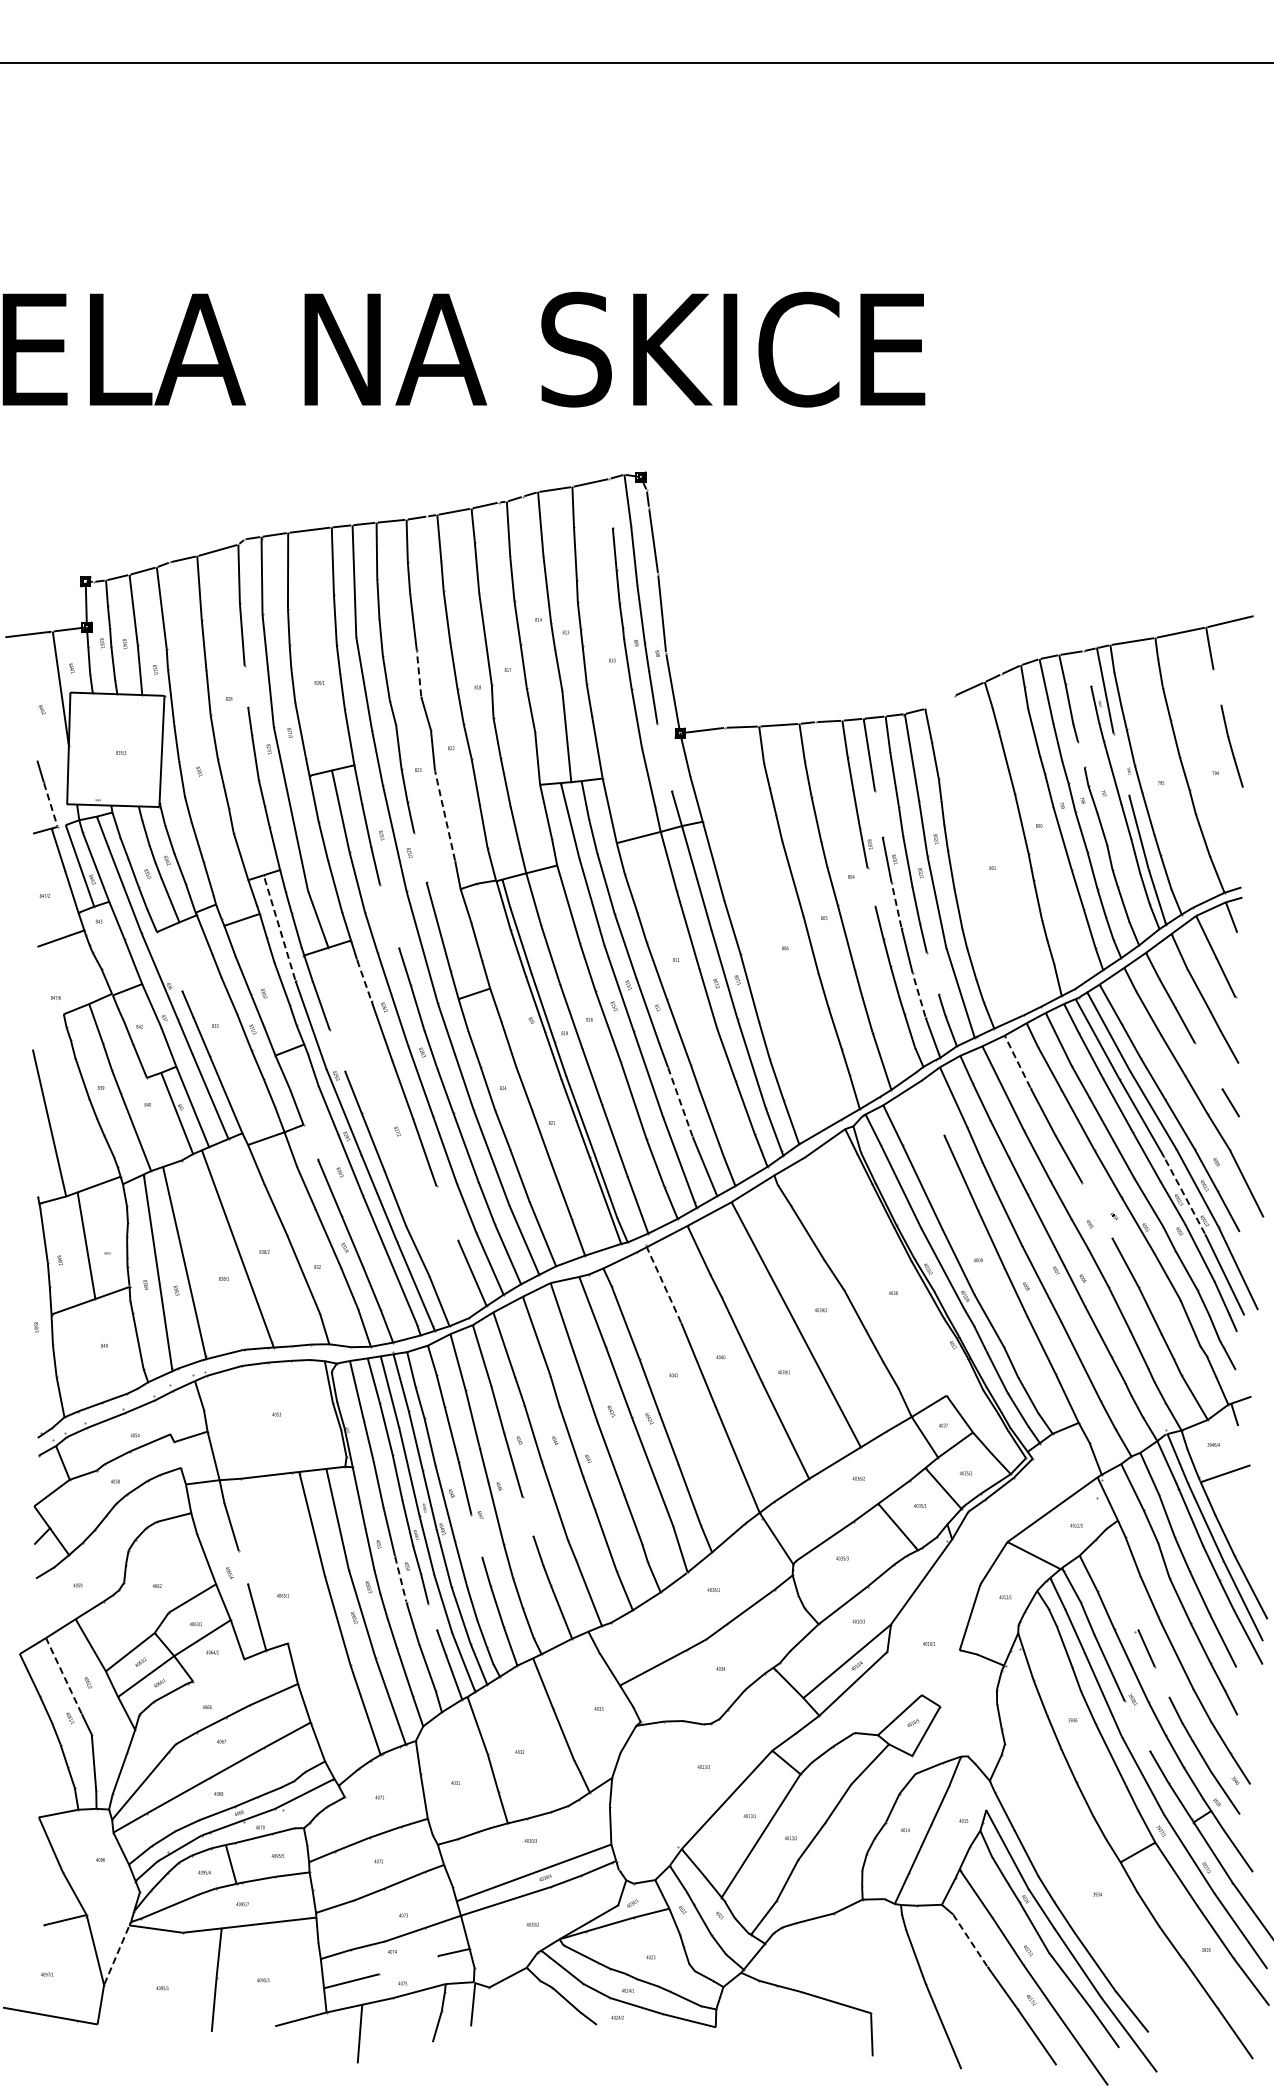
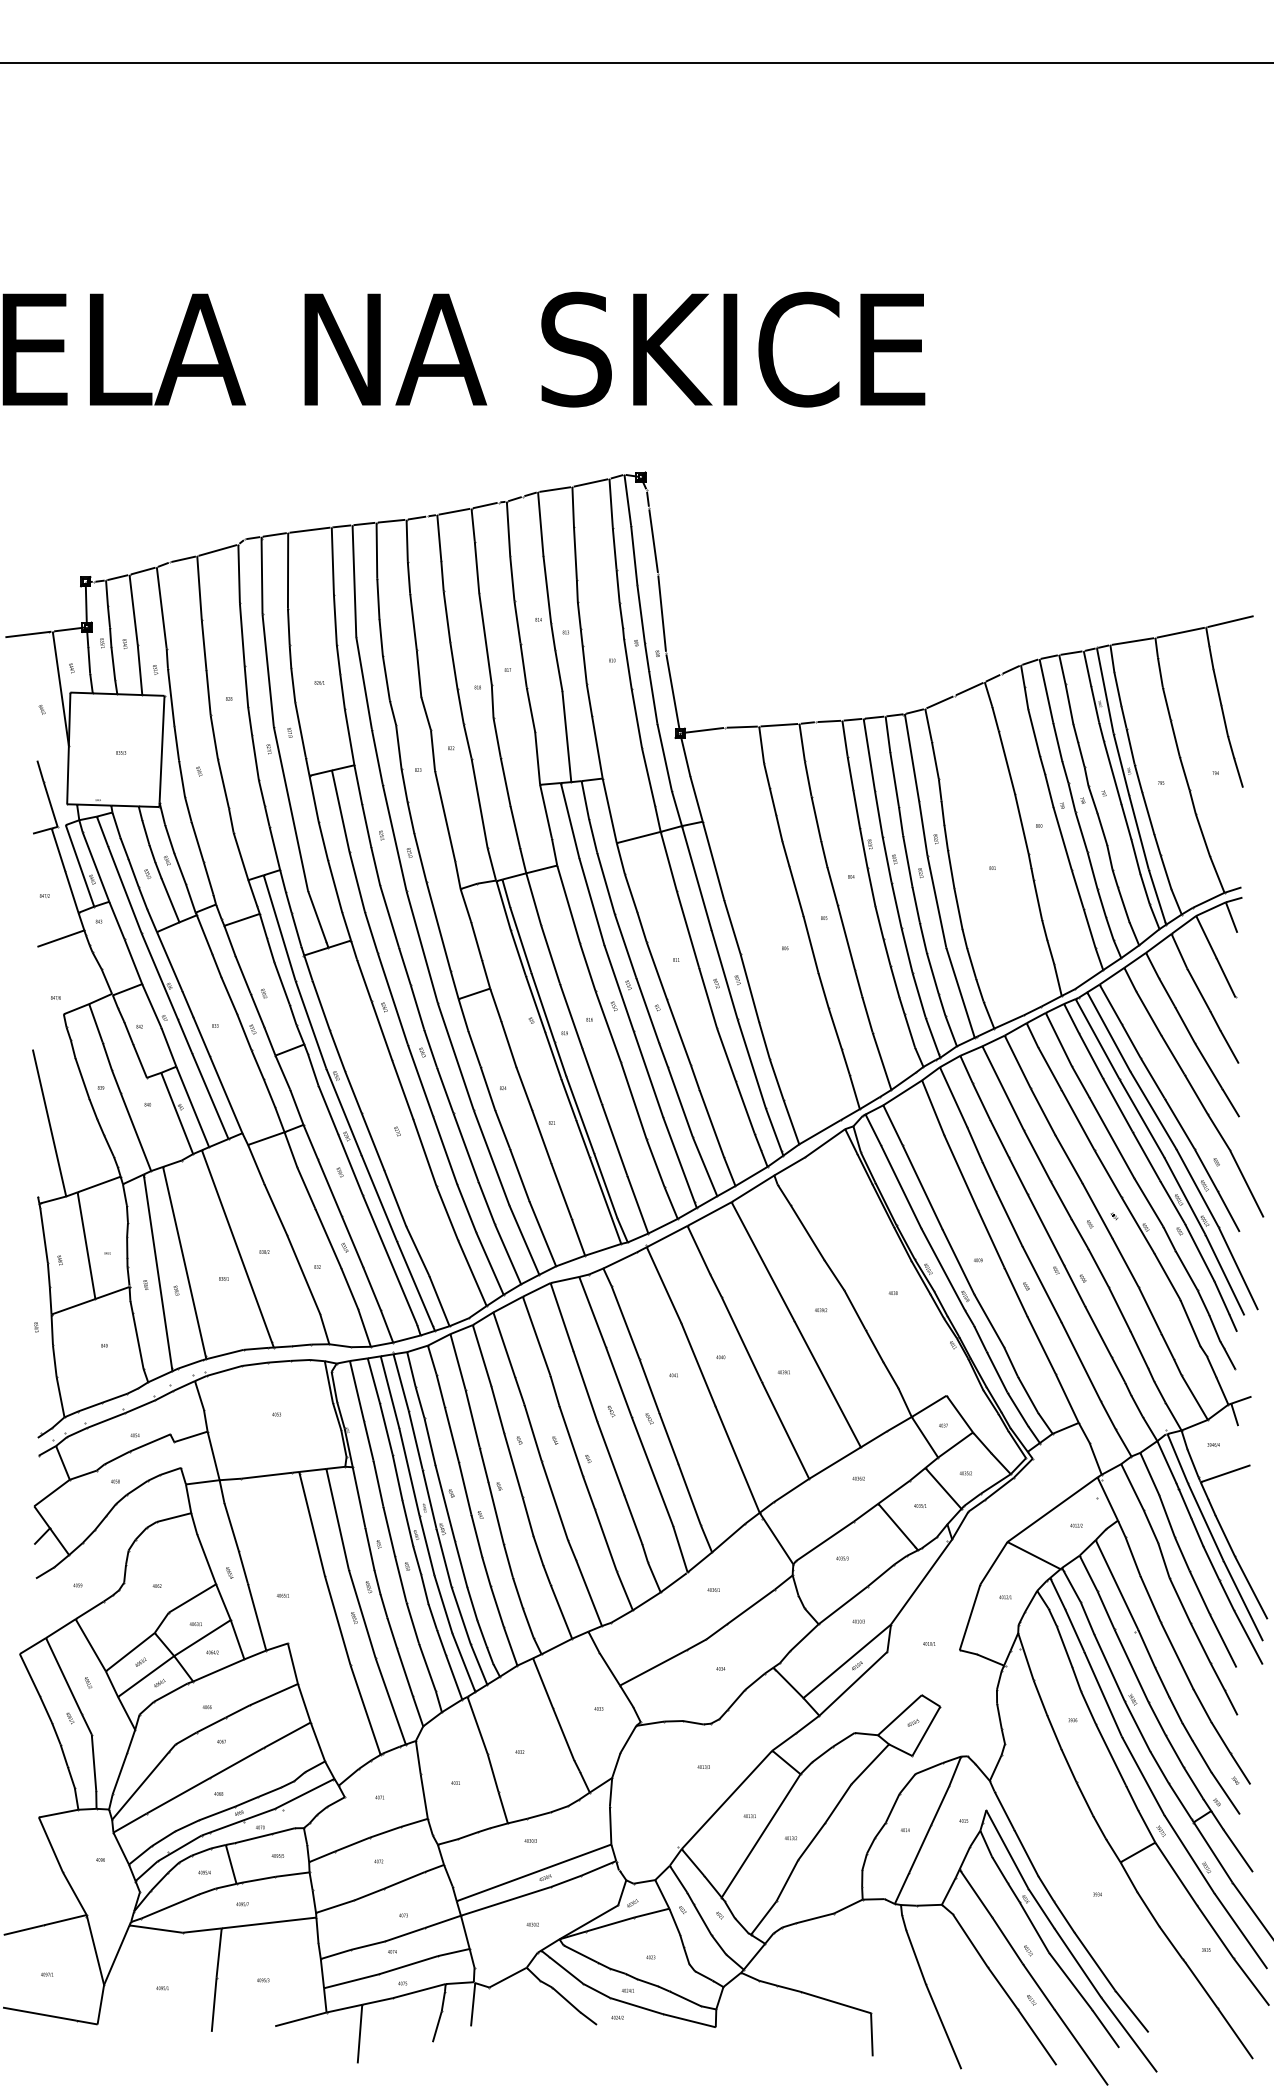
line at (610, 502): none -> present
line at (1086, 668): none -> present
line at (419, 673): dashed -> solid
line at (246, 686): none -> present
line at (1217, 687): none -> present
line at (939, 701): none -> present
line at (1081, 754): none -> present
line at (664, 756): none -> present
line at (1120, 764): none -> present
line at (50, 805): dashed -> solid
line at (878, 814): none -> present
line at (445, 816): dashed -> solid
line at (420, 857): none -> present
line at (871, 887): none -> present
line at (896, 904): dashed -> solid
line at (389, 915): none -> present
line at (279, 927): dashed -> solid
line at (169, 960): none -> present
line at (932, 973): none -> present
line at (364, 980): dashed -> solid
line at (919, 994): dashed -> solid
line at (337, 1050): none -> present
line at (1017, 1061): dashed -> solid
line at (1208, 1065): none -> present
line at (680, 1101): dashed -> solid
line at (932, 1107): none -> present
line at (310, 1141): none -> present
line at (1184, 1195): dashed -> solid
line at (1096, 1210): none -> present
line at (446, 1213): none -> present
line at (664, 1285): dashed -> solid
line at (527, 1516): none -> present
line at (476, 1535): none -> present
line at (242, 1566): none -> present
line at (400, 1579): dashed -> solid
line at (1116, 1584): none -> present
line at (432, 1616): none -> present
line at (218, 1670): none -> present
line at (63, 1675): dashed -> solid
line at (1162, 1681): none -> present
line at (1137, 1726): none -> present
line at (23, 1929): none -> present
line at (970, 1940): dashed -> solid
line at (117, 1954): dashed -> solid
line at (408, 1965): none -> present
